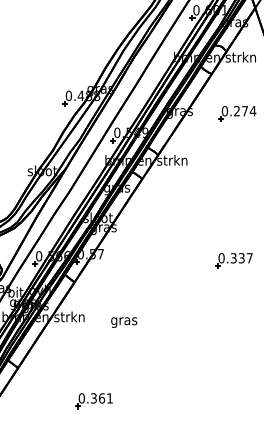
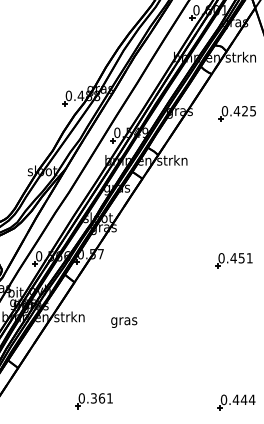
text at (244, 111): 0.274 -> 0.425
text at (241, 258): 0.337 -> 0.451
part at (236, 402): none -> present
